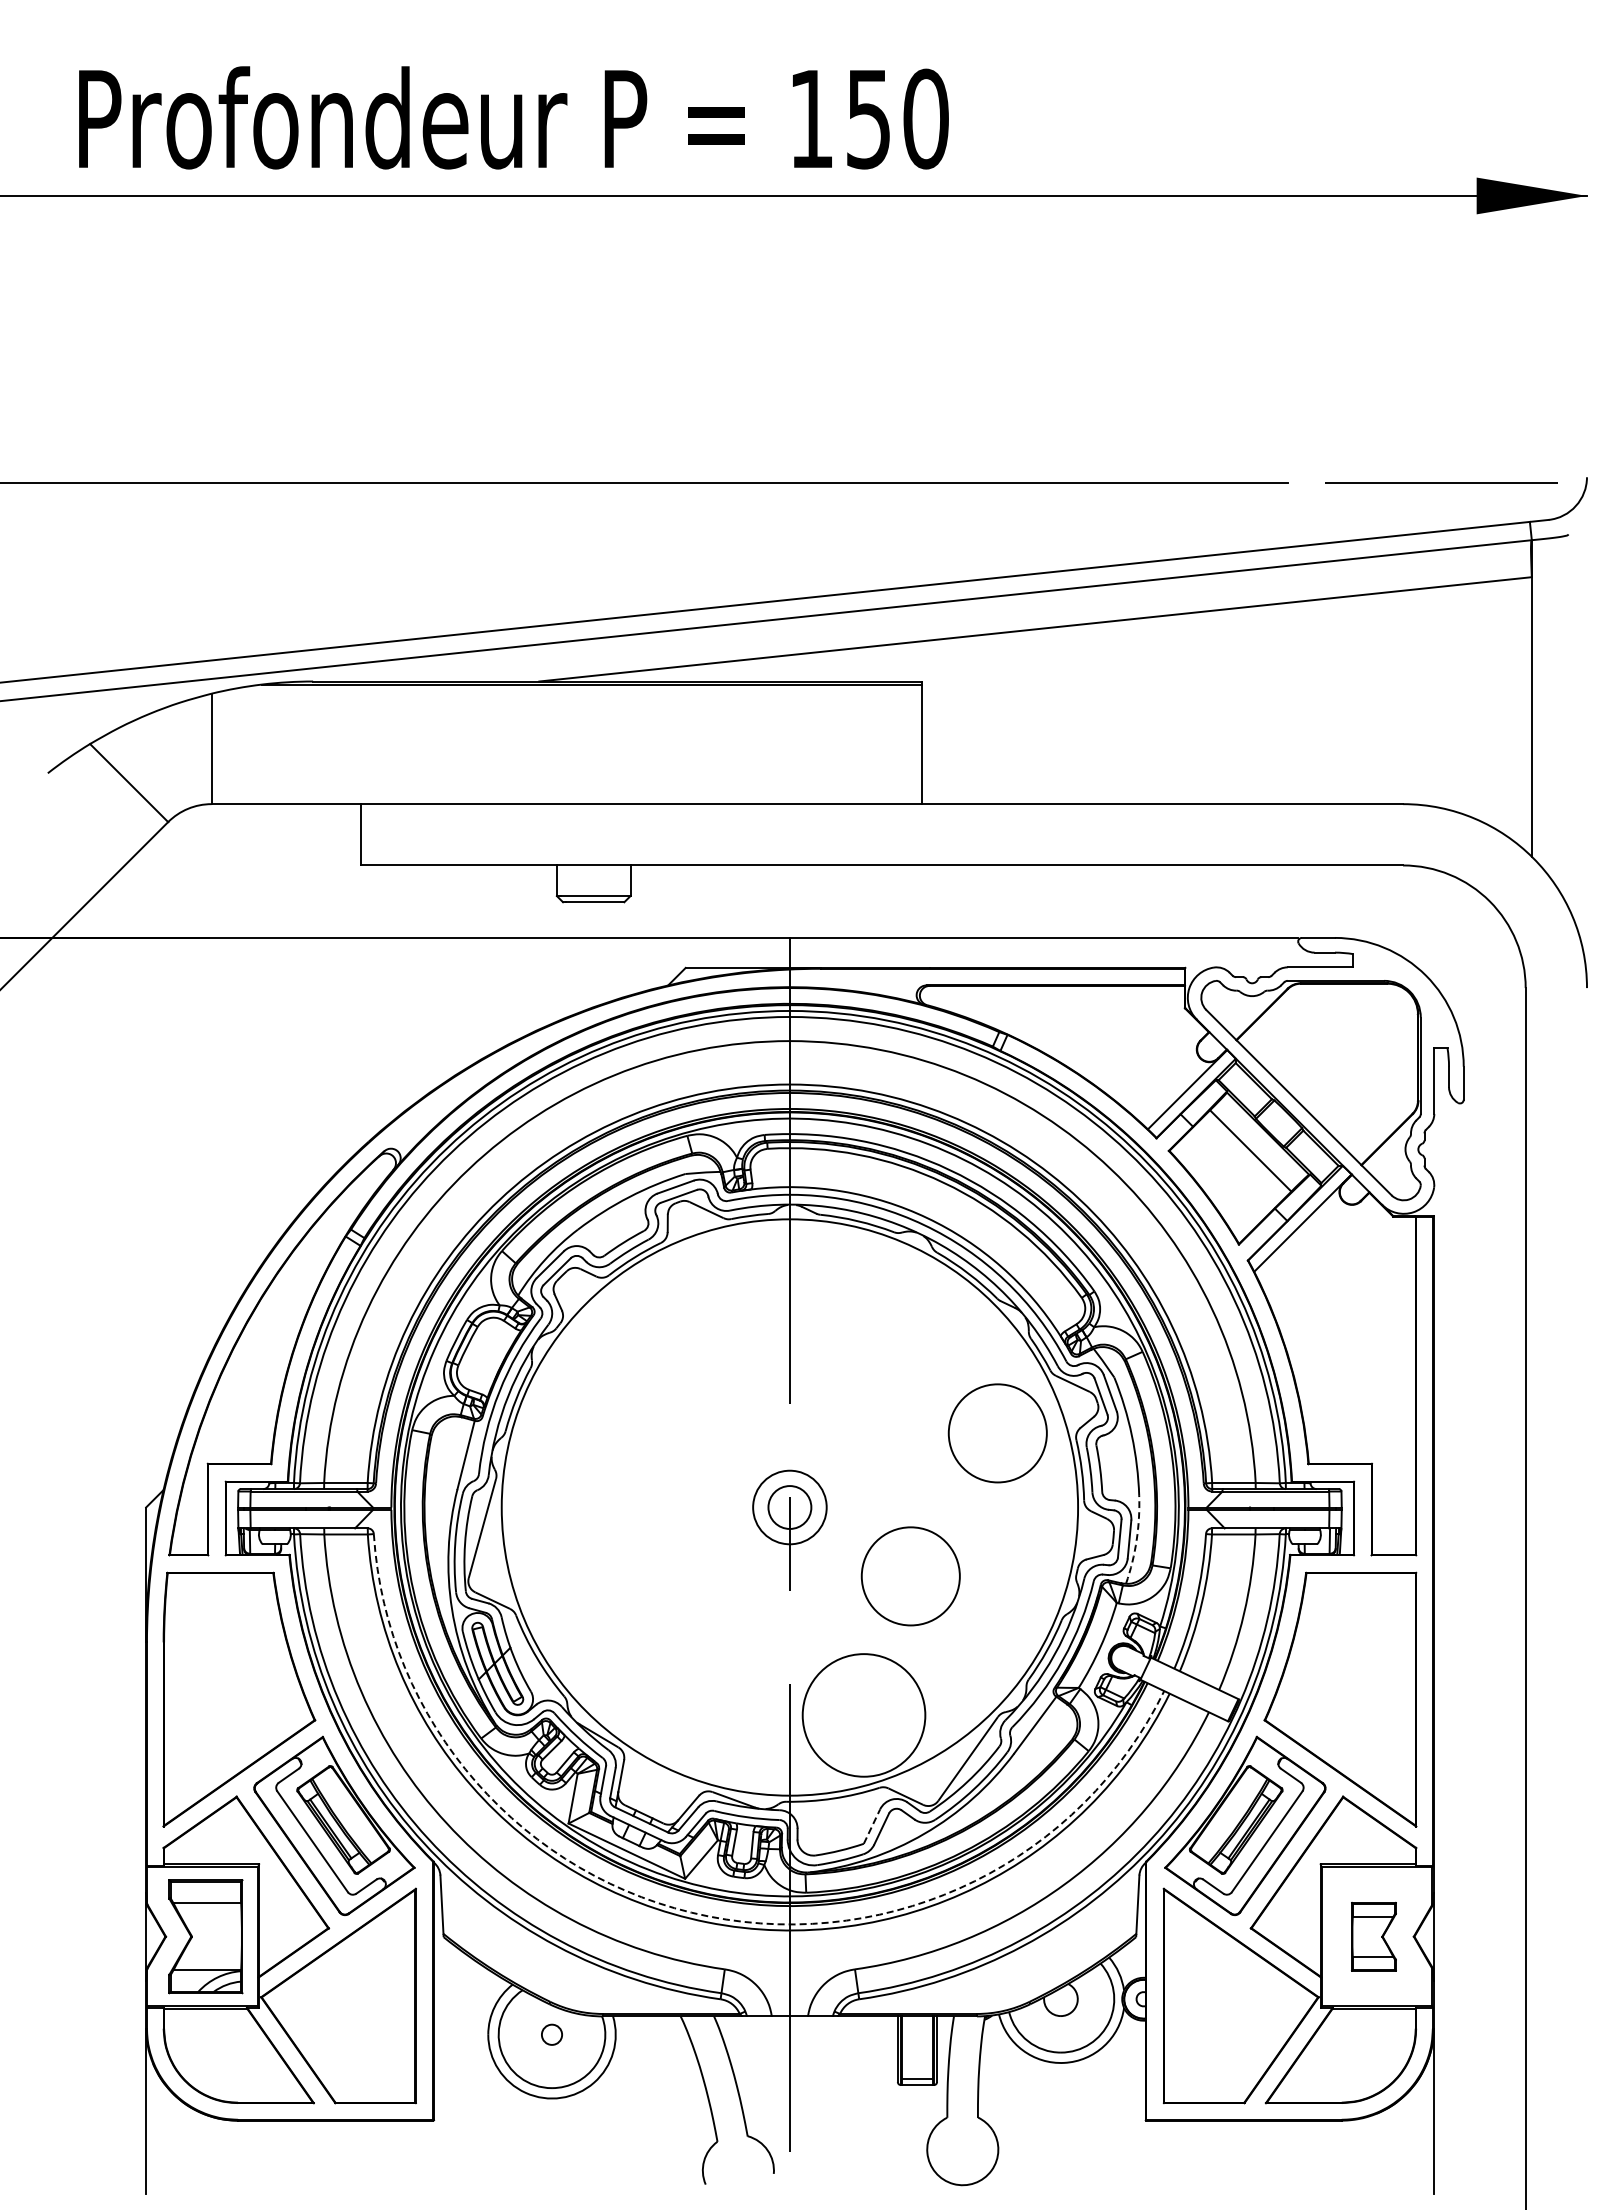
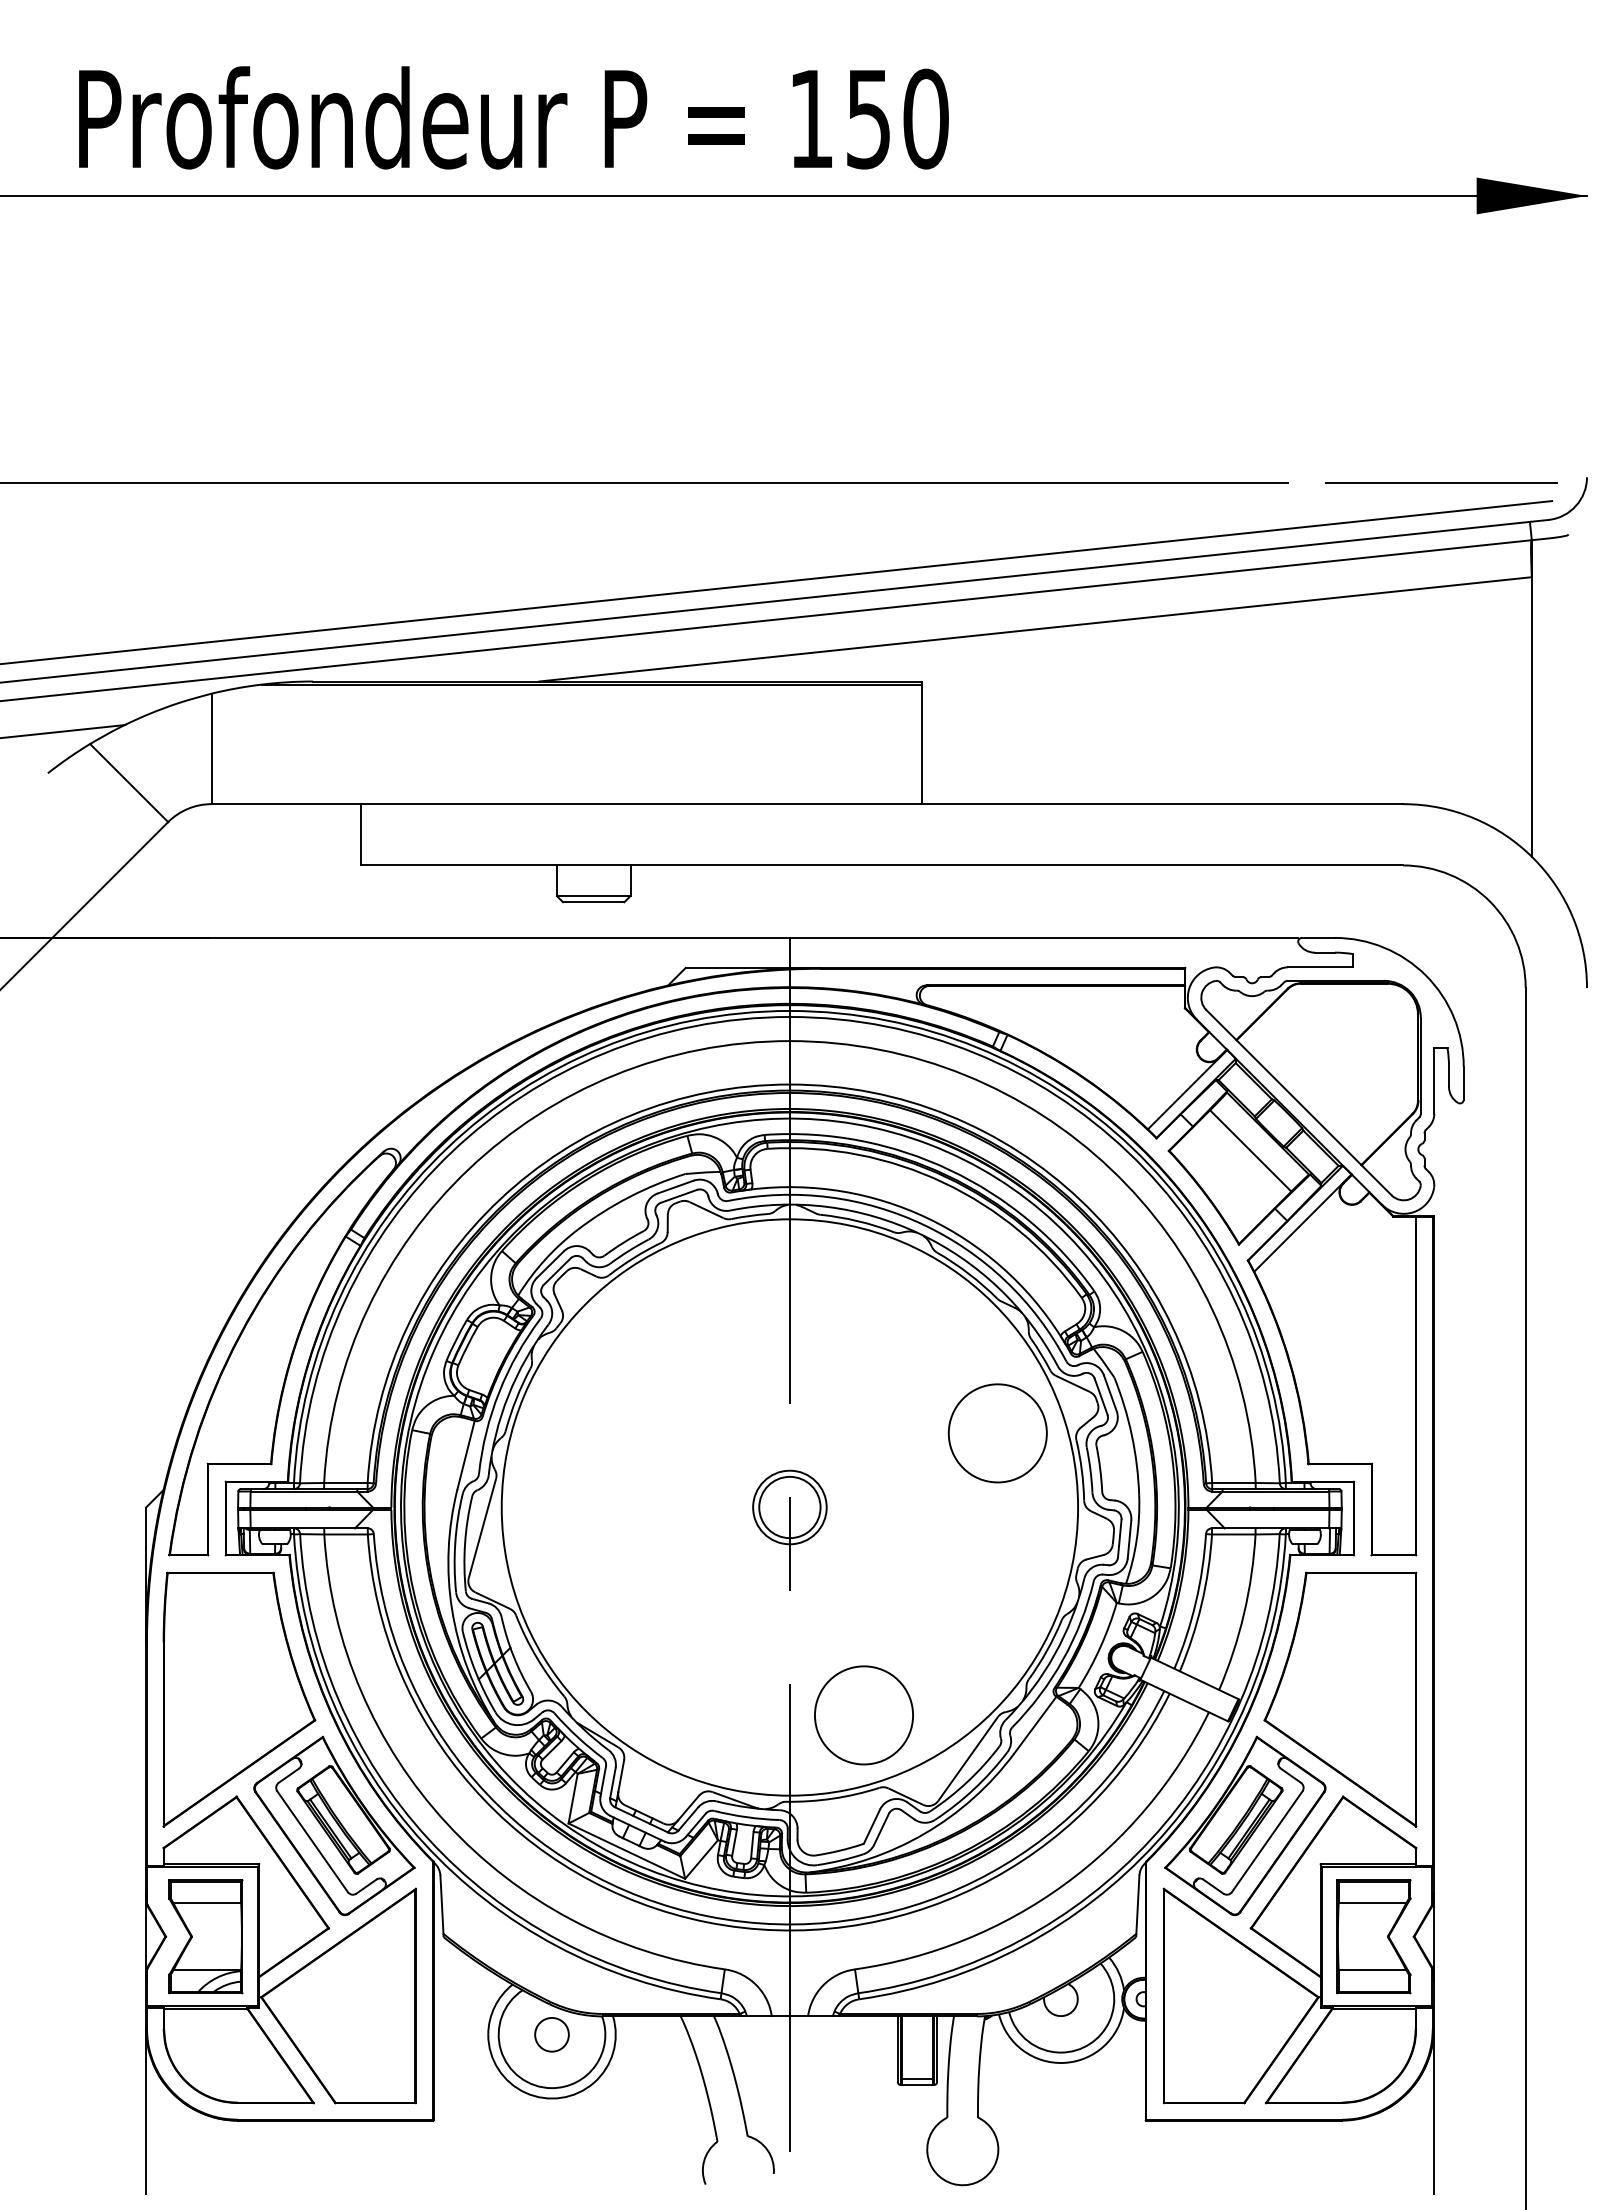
line at (777, 582): none -> present
line at (63, 731): none -> present
circle at (789, 1507) diameter: 43 px -> 61 px
arc at (1136, 1540): dashed -> solid
circle at (910, 1576): present -> none
circle at (863, 1715) diameter: 123 px -> 98 px
line at (872, 1826): dashed -> solid
arc at (708, 1916): dashed -> solid
part at (1373, 1936) size: 46x71 px -> 76x116 px
circle at (551, 2034) diameter: 20 px -> 34 px
